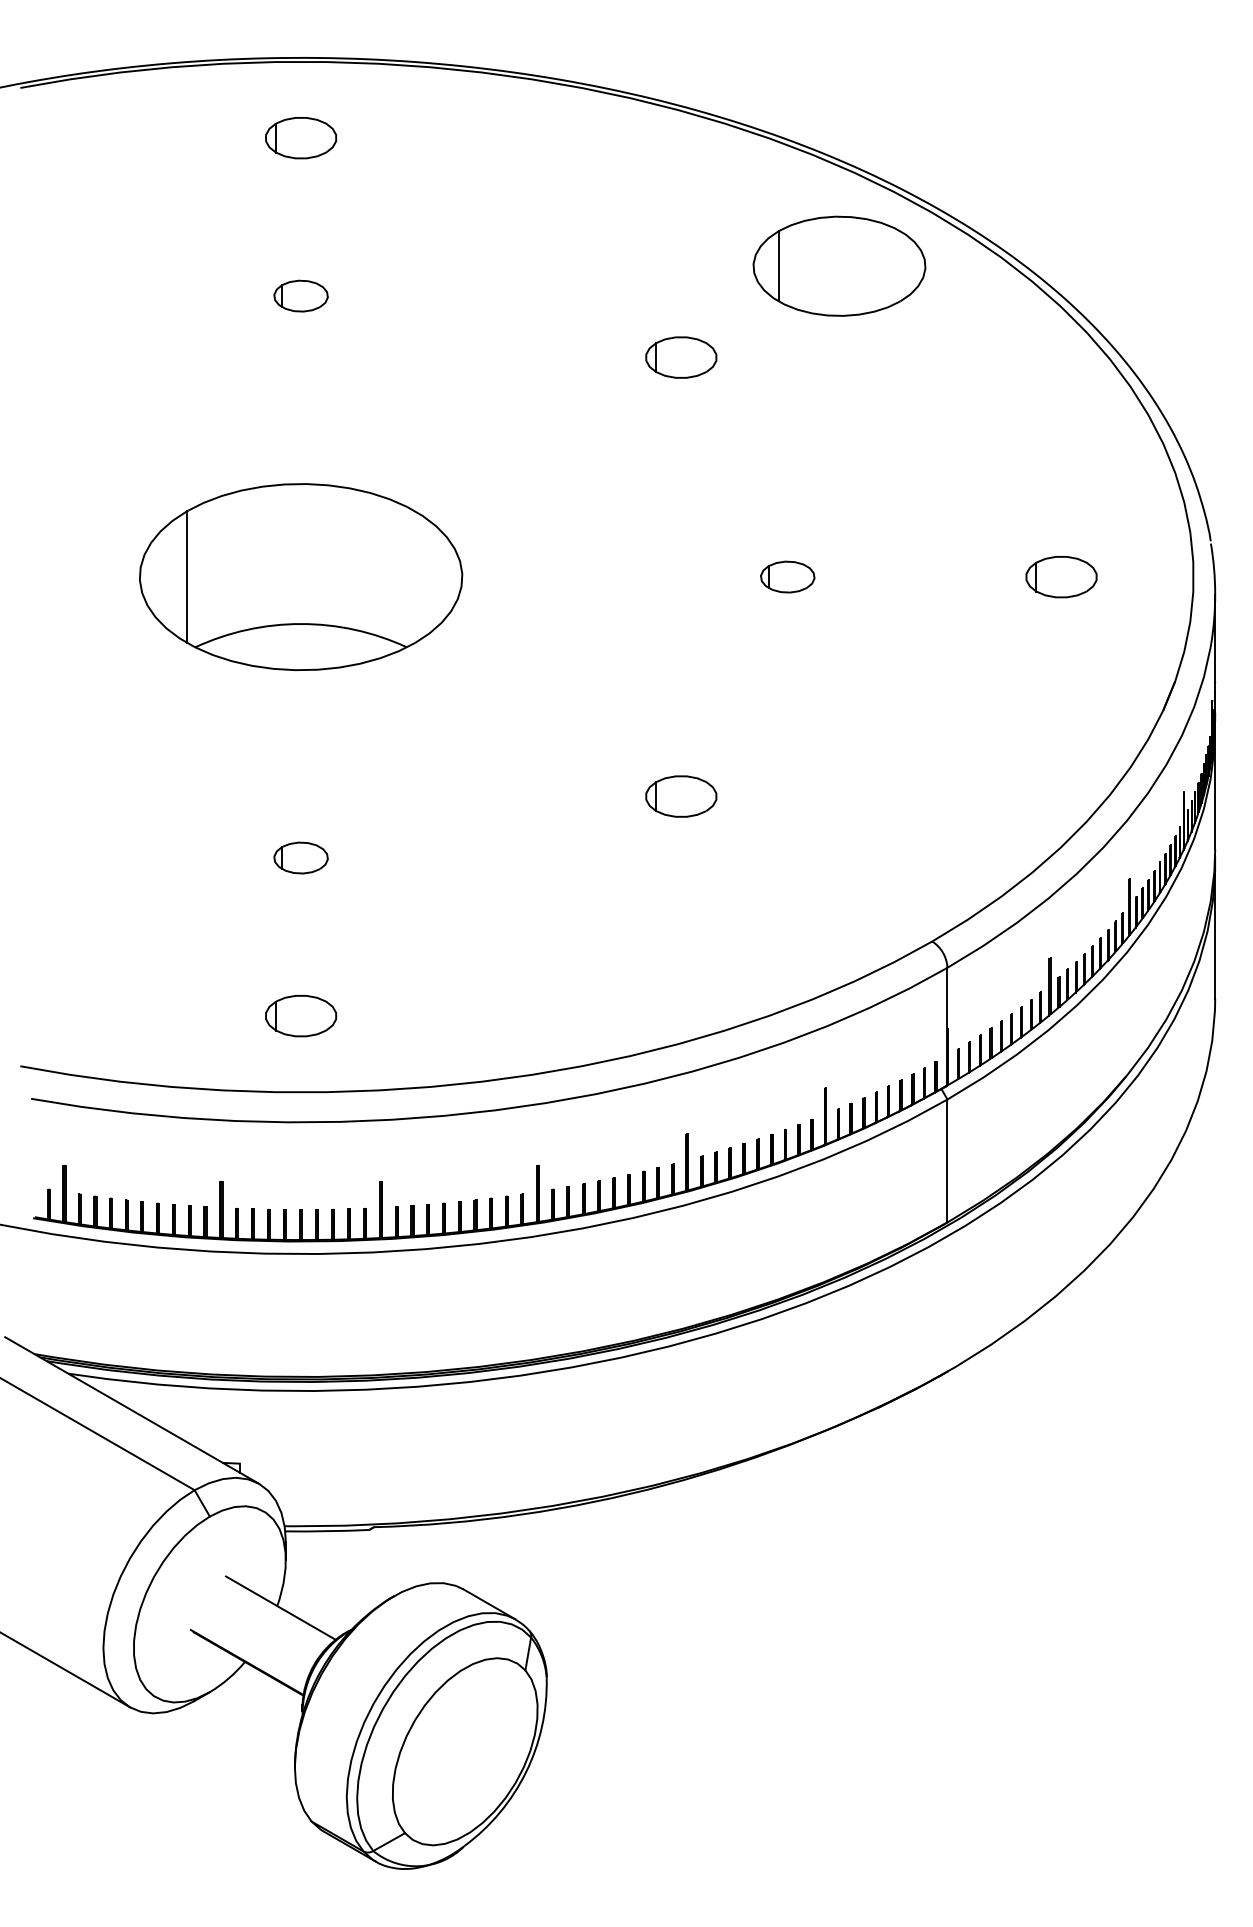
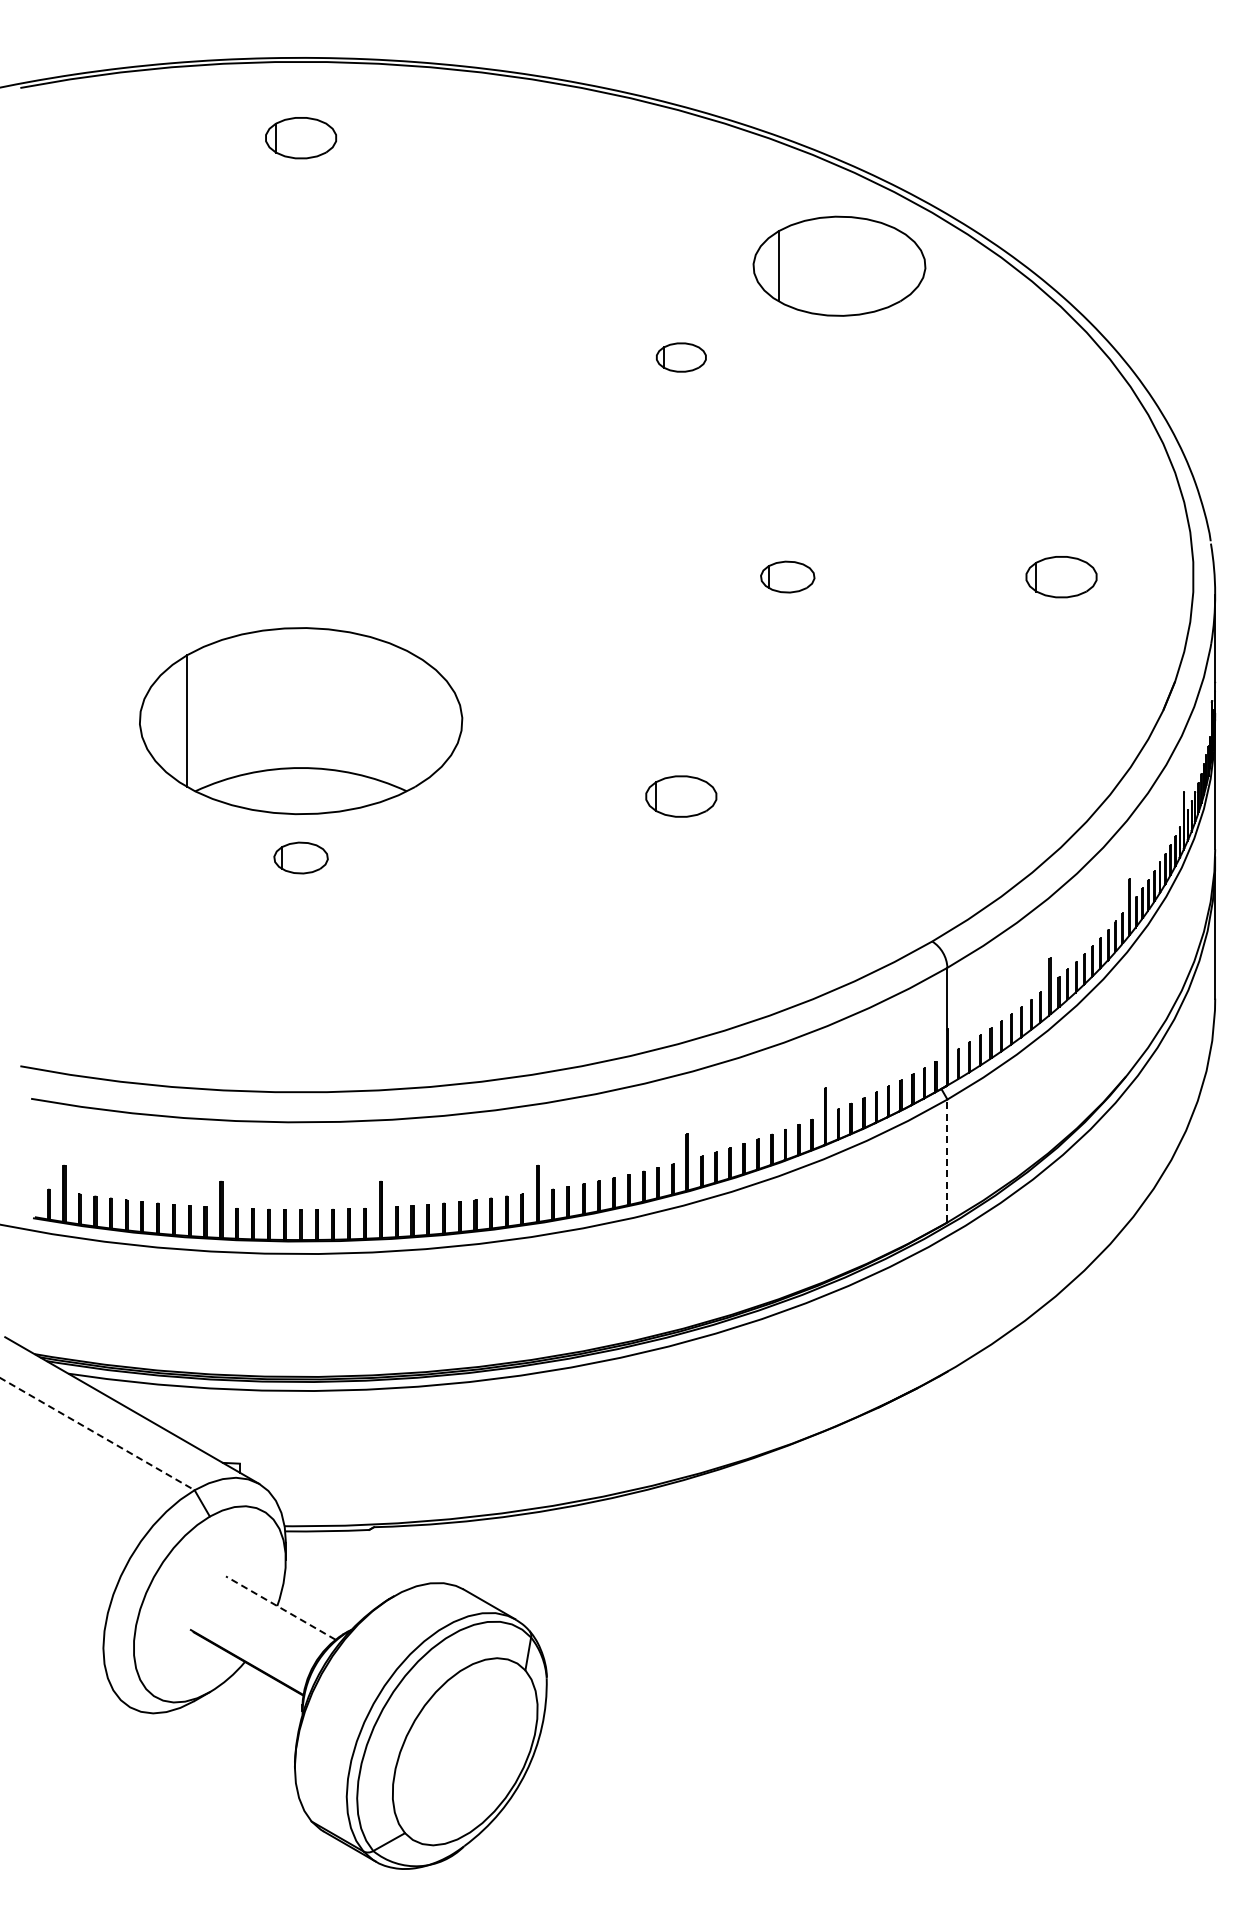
part at (300, 295): present -> none
part at (681, 357) size: 73x43 px -> 51x31 px
part at (301, 577) position: (301, 577) -> (301, 721)
part at (301, 1016): present -> none
line at (947, 1160): solid -> dashed
line at (97, 1434): solid -> dashed
line at (280, 1607): solid -> dashed
line at (66, 1670): present -> none
